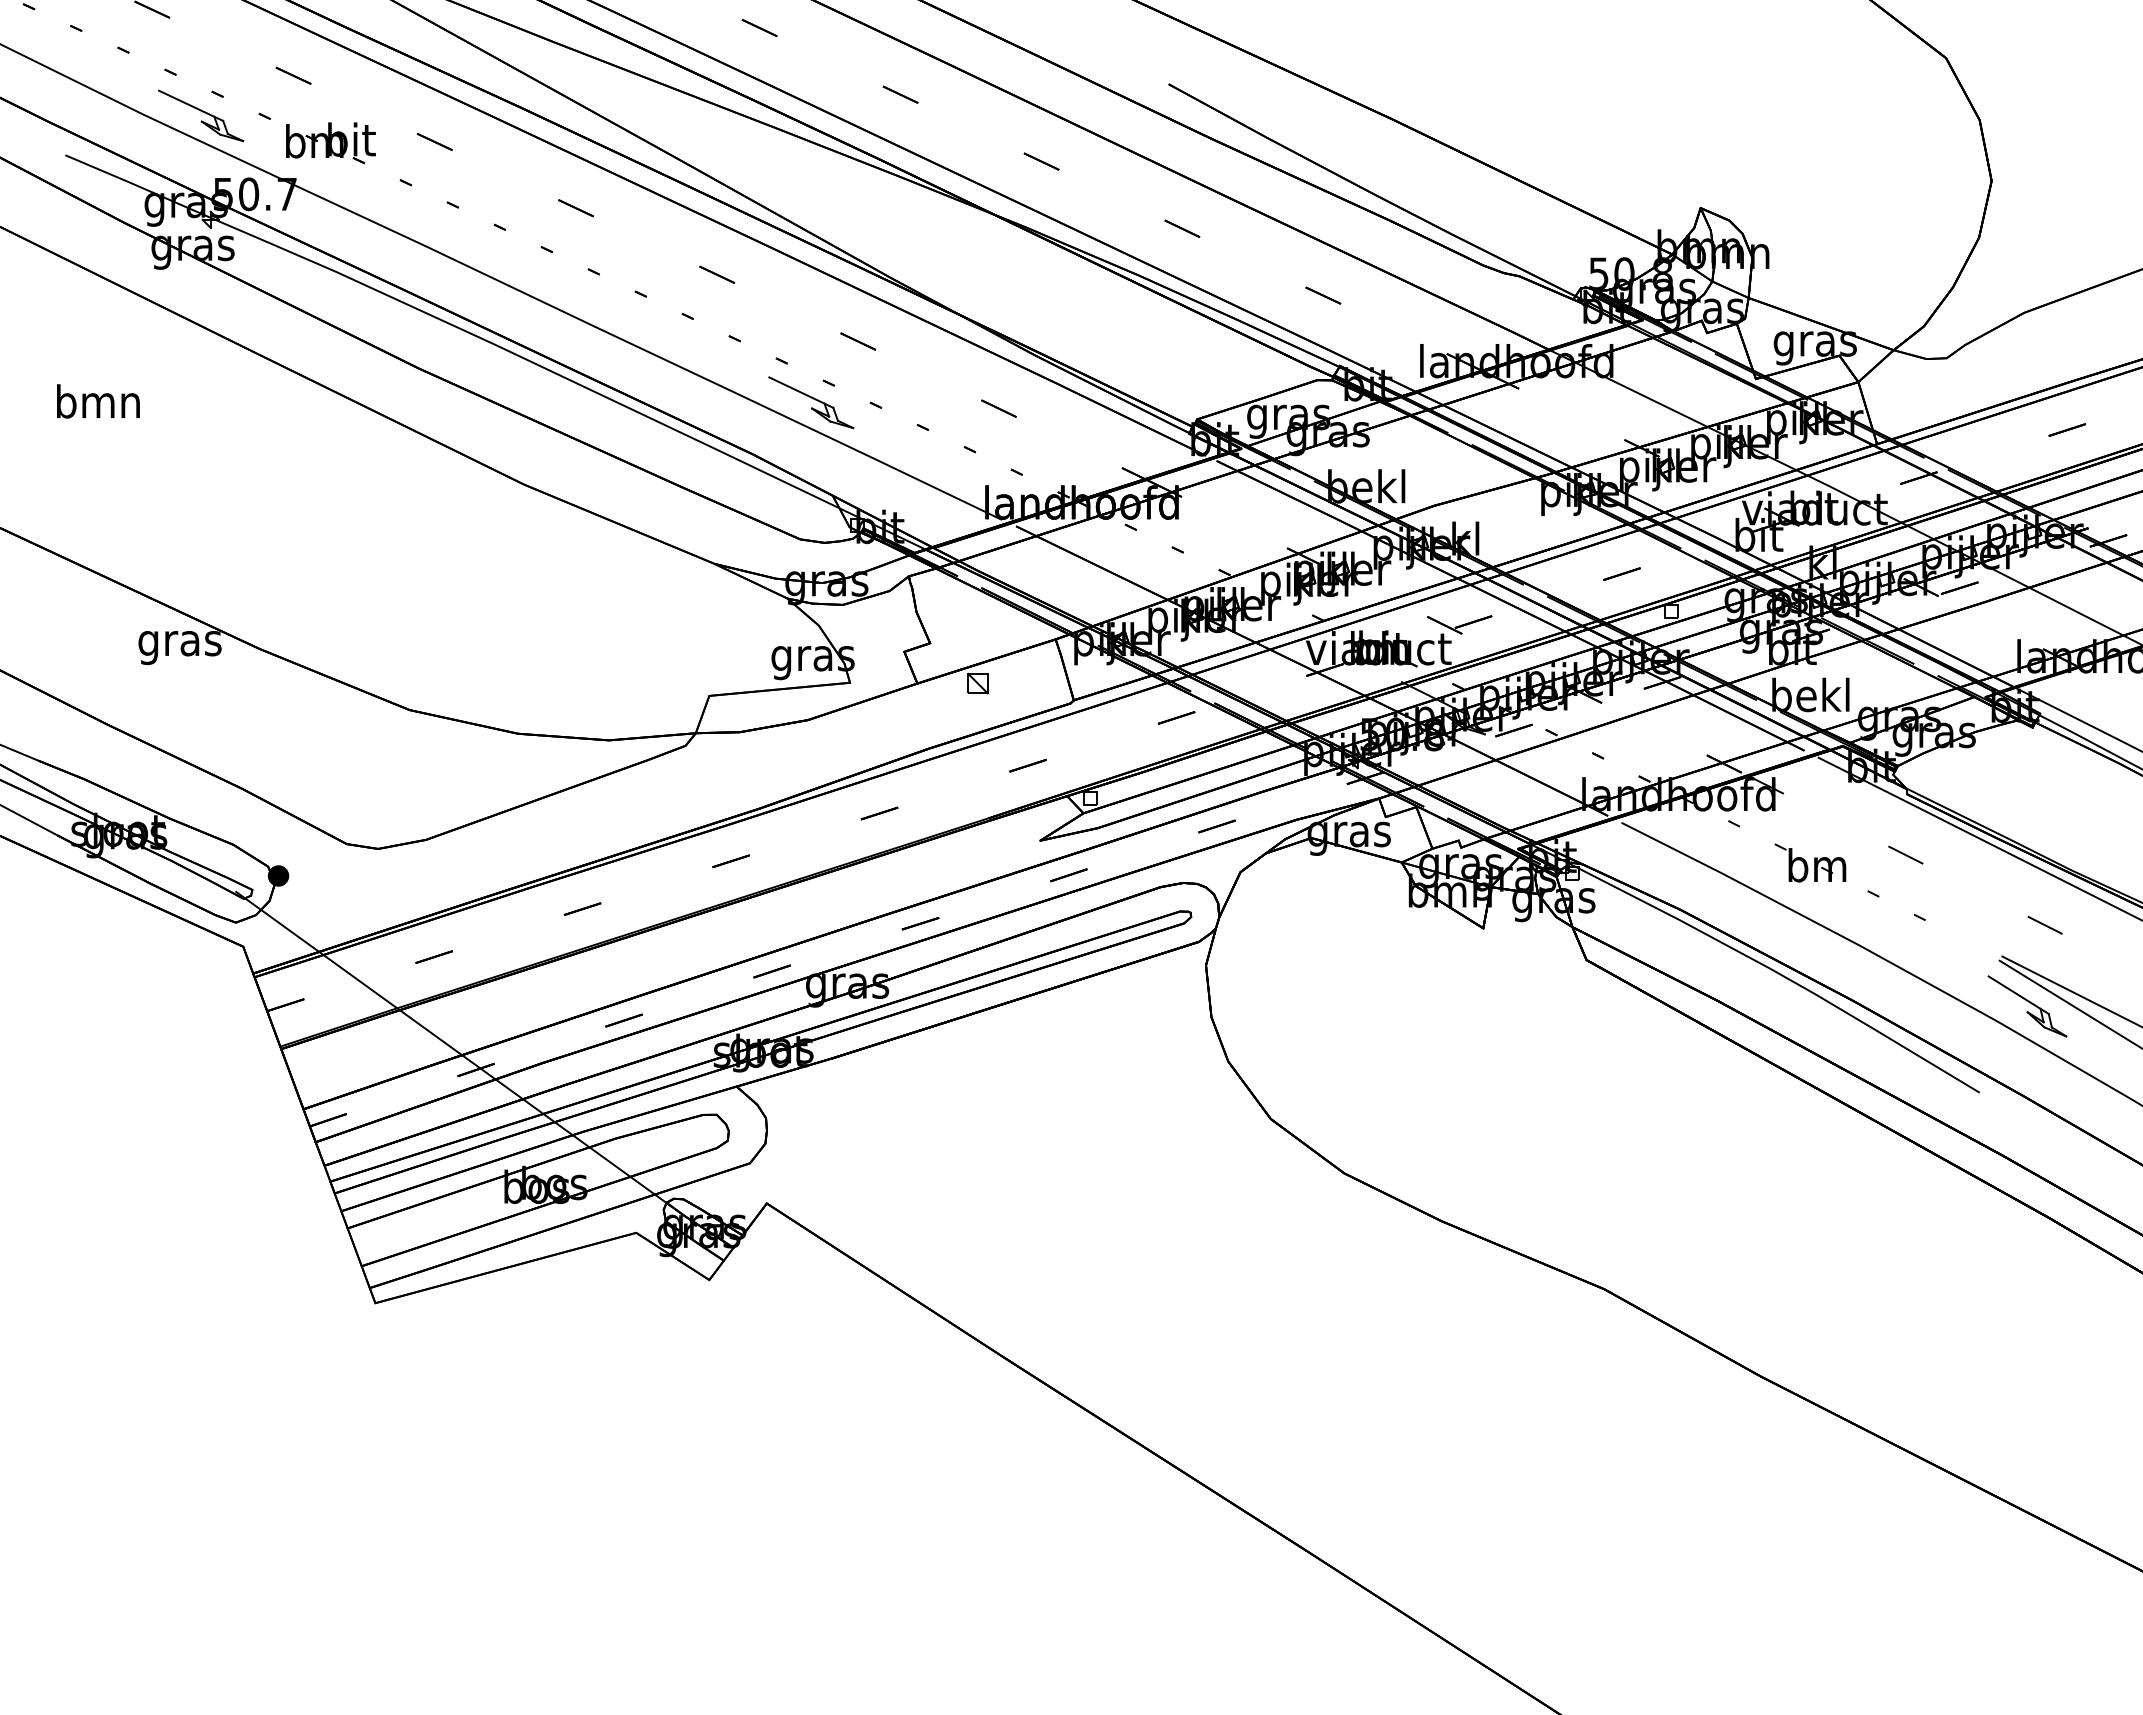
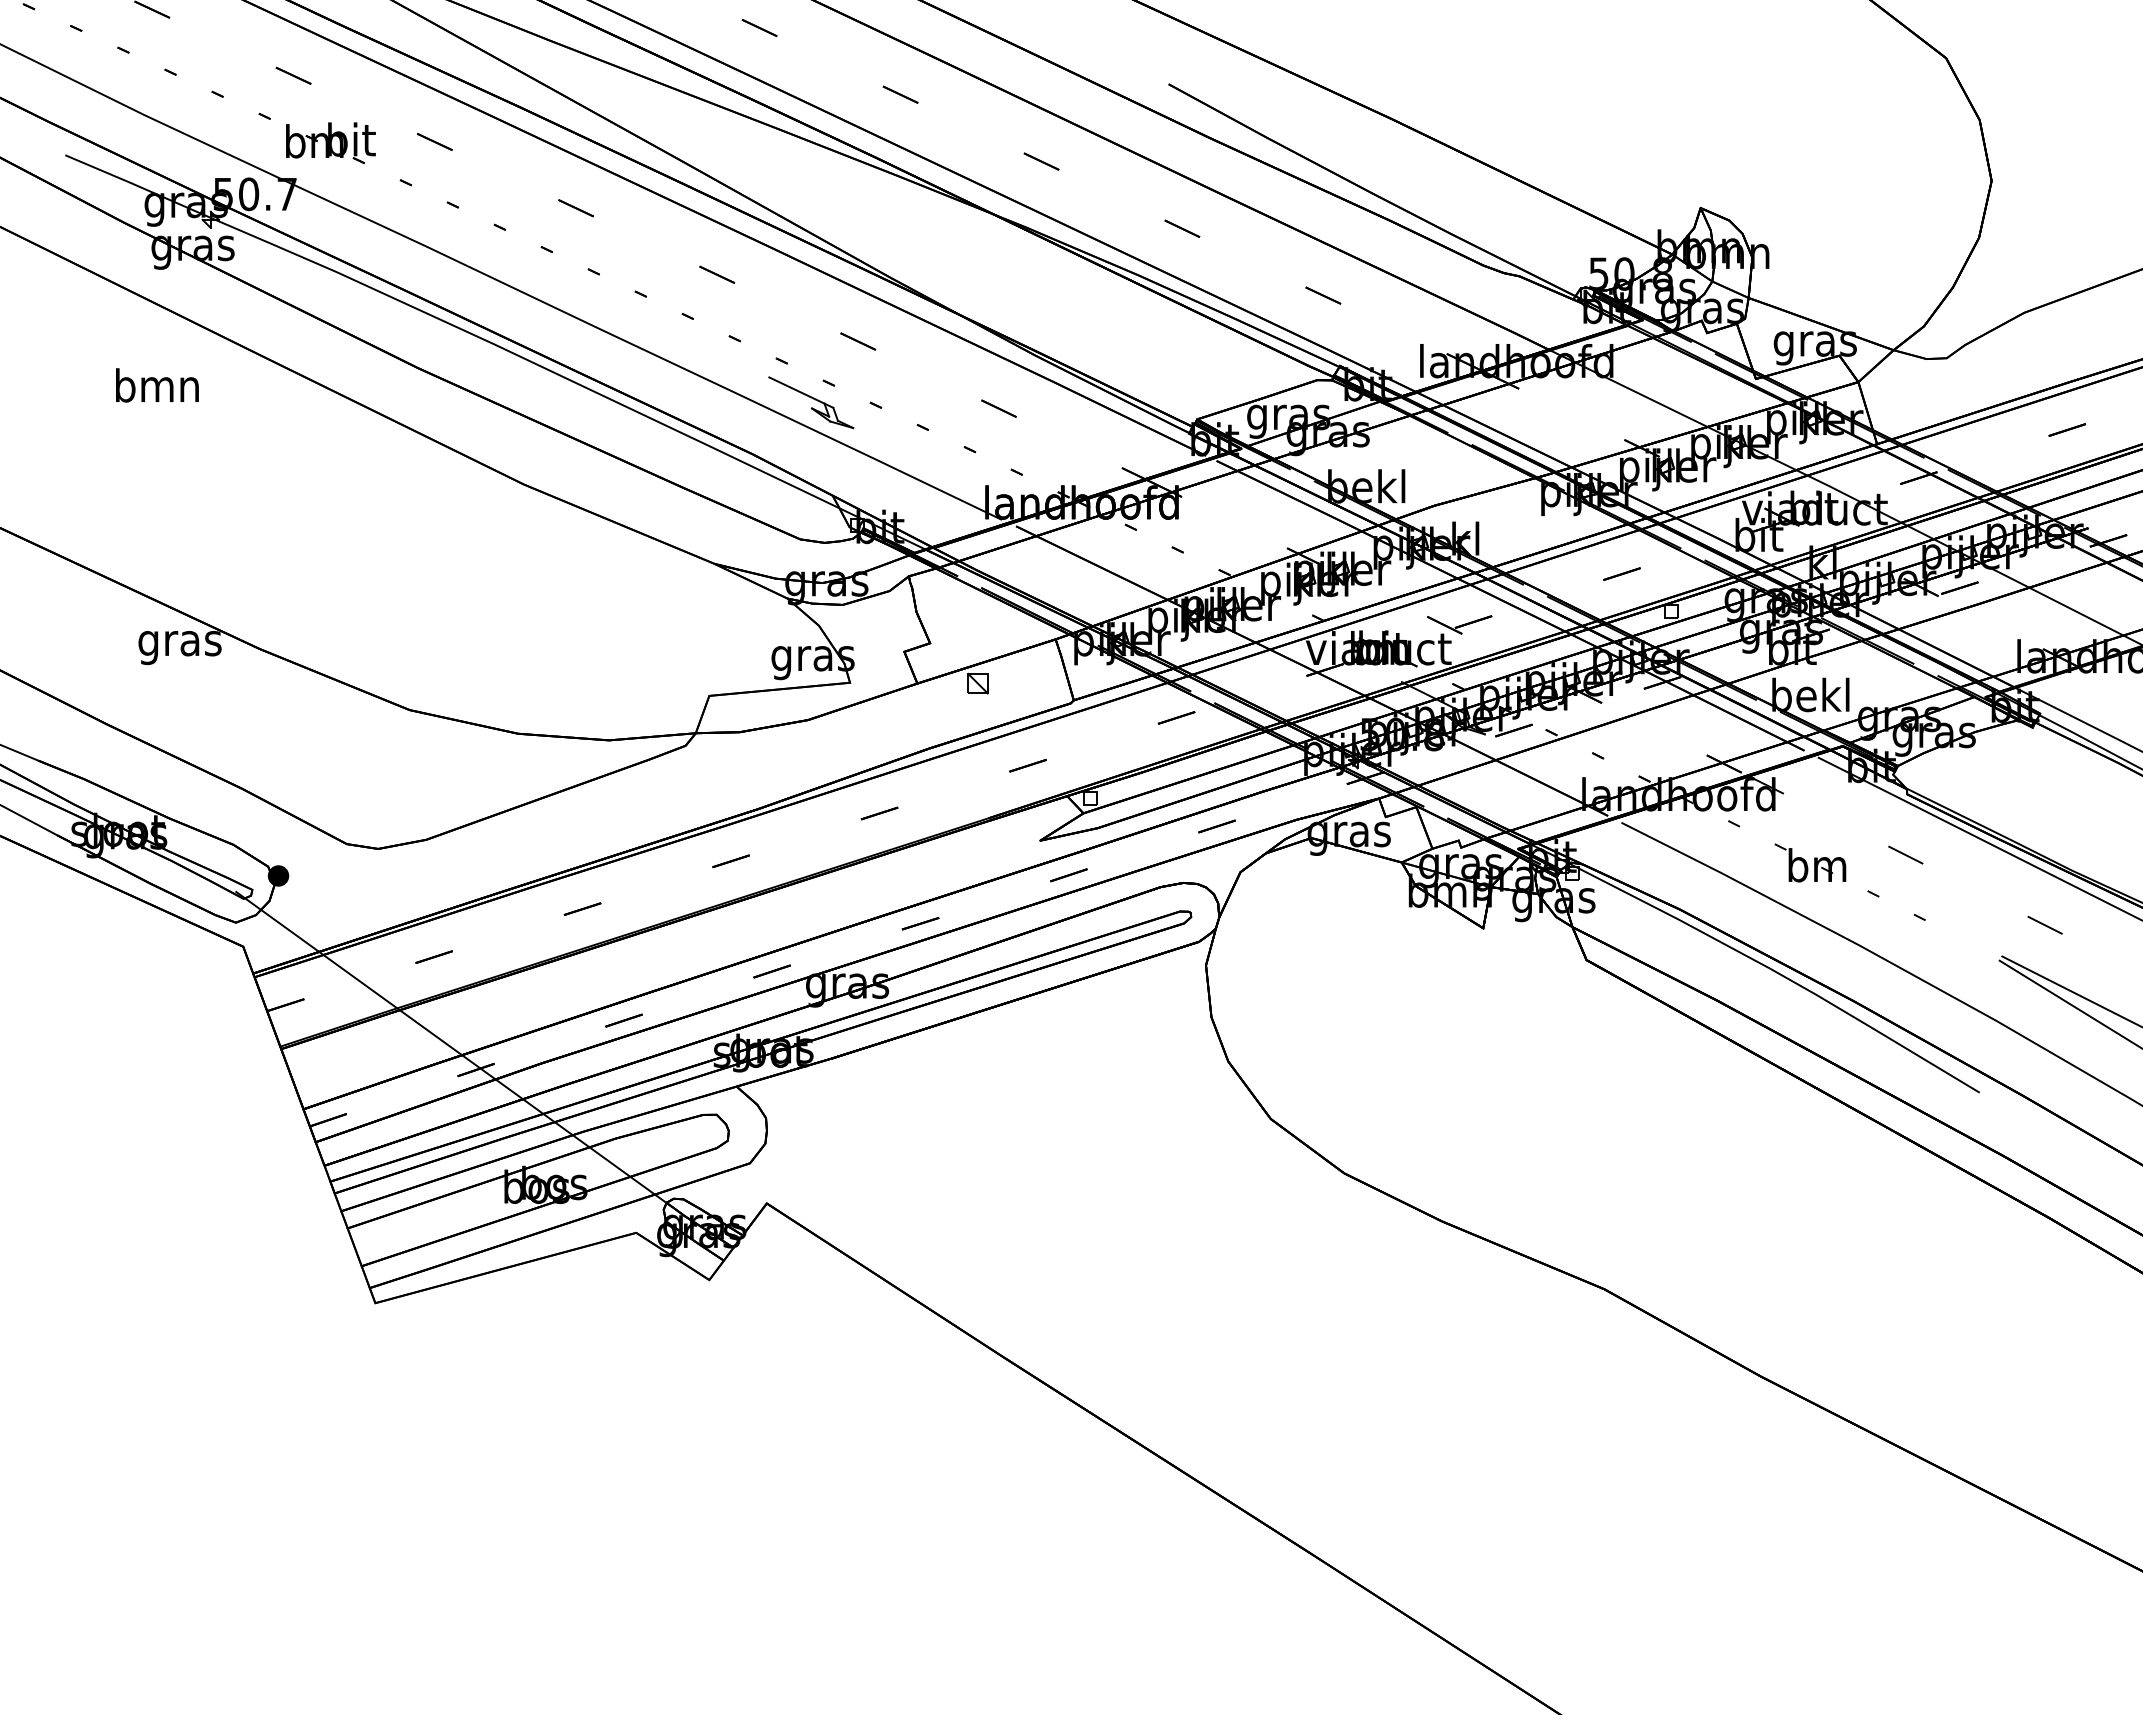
part at (201, 115): present -> none
text at (98, 401) position: (98, 401) -> (157, 385)
part at (2027, 1006): present -> none
